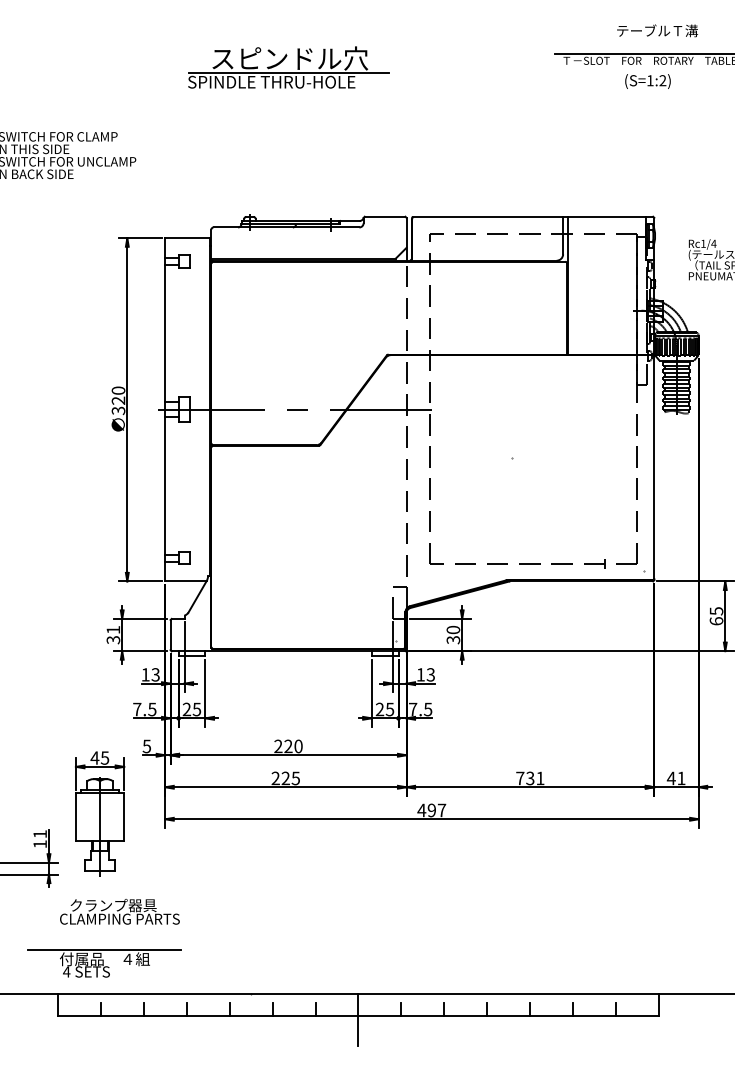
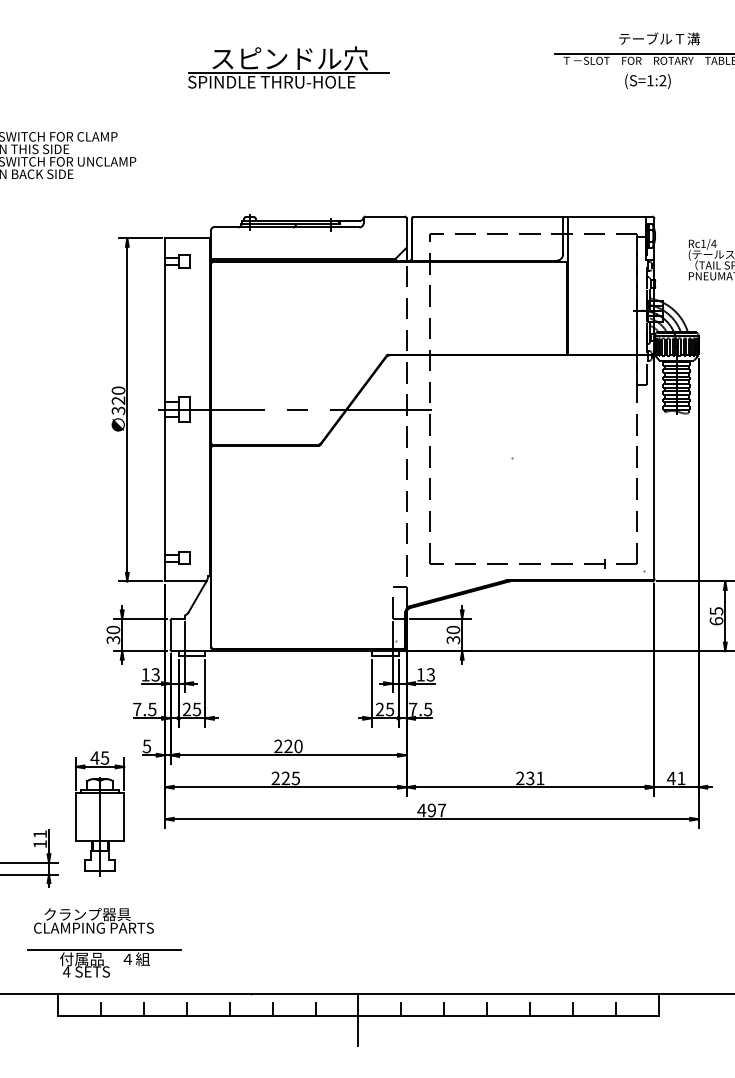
text at (657, 30) position: (657, 30) -> (659, 38)
text at (113, 629): 31 -> 30
text at (520, 778): 731 -> 231
text at (119, 911) position: (119, 911) -> (93, 920)
